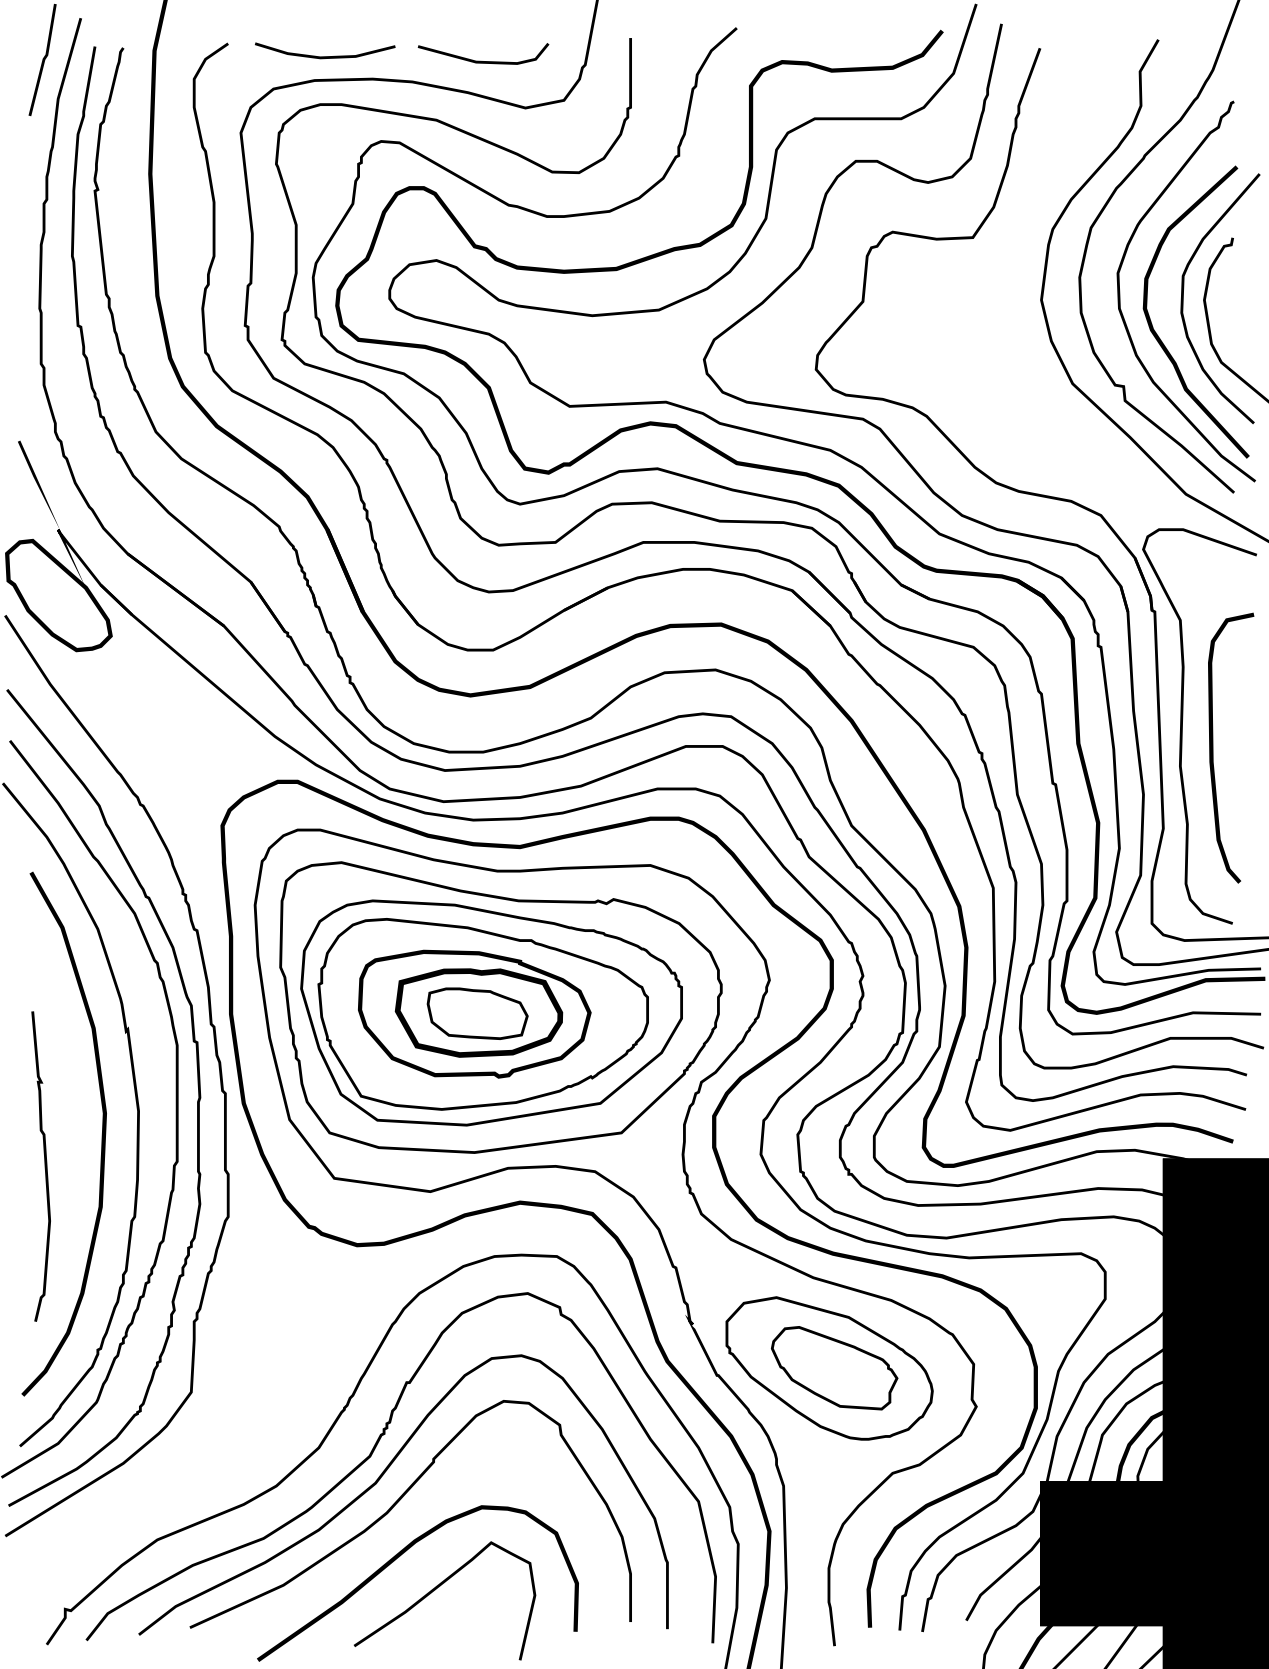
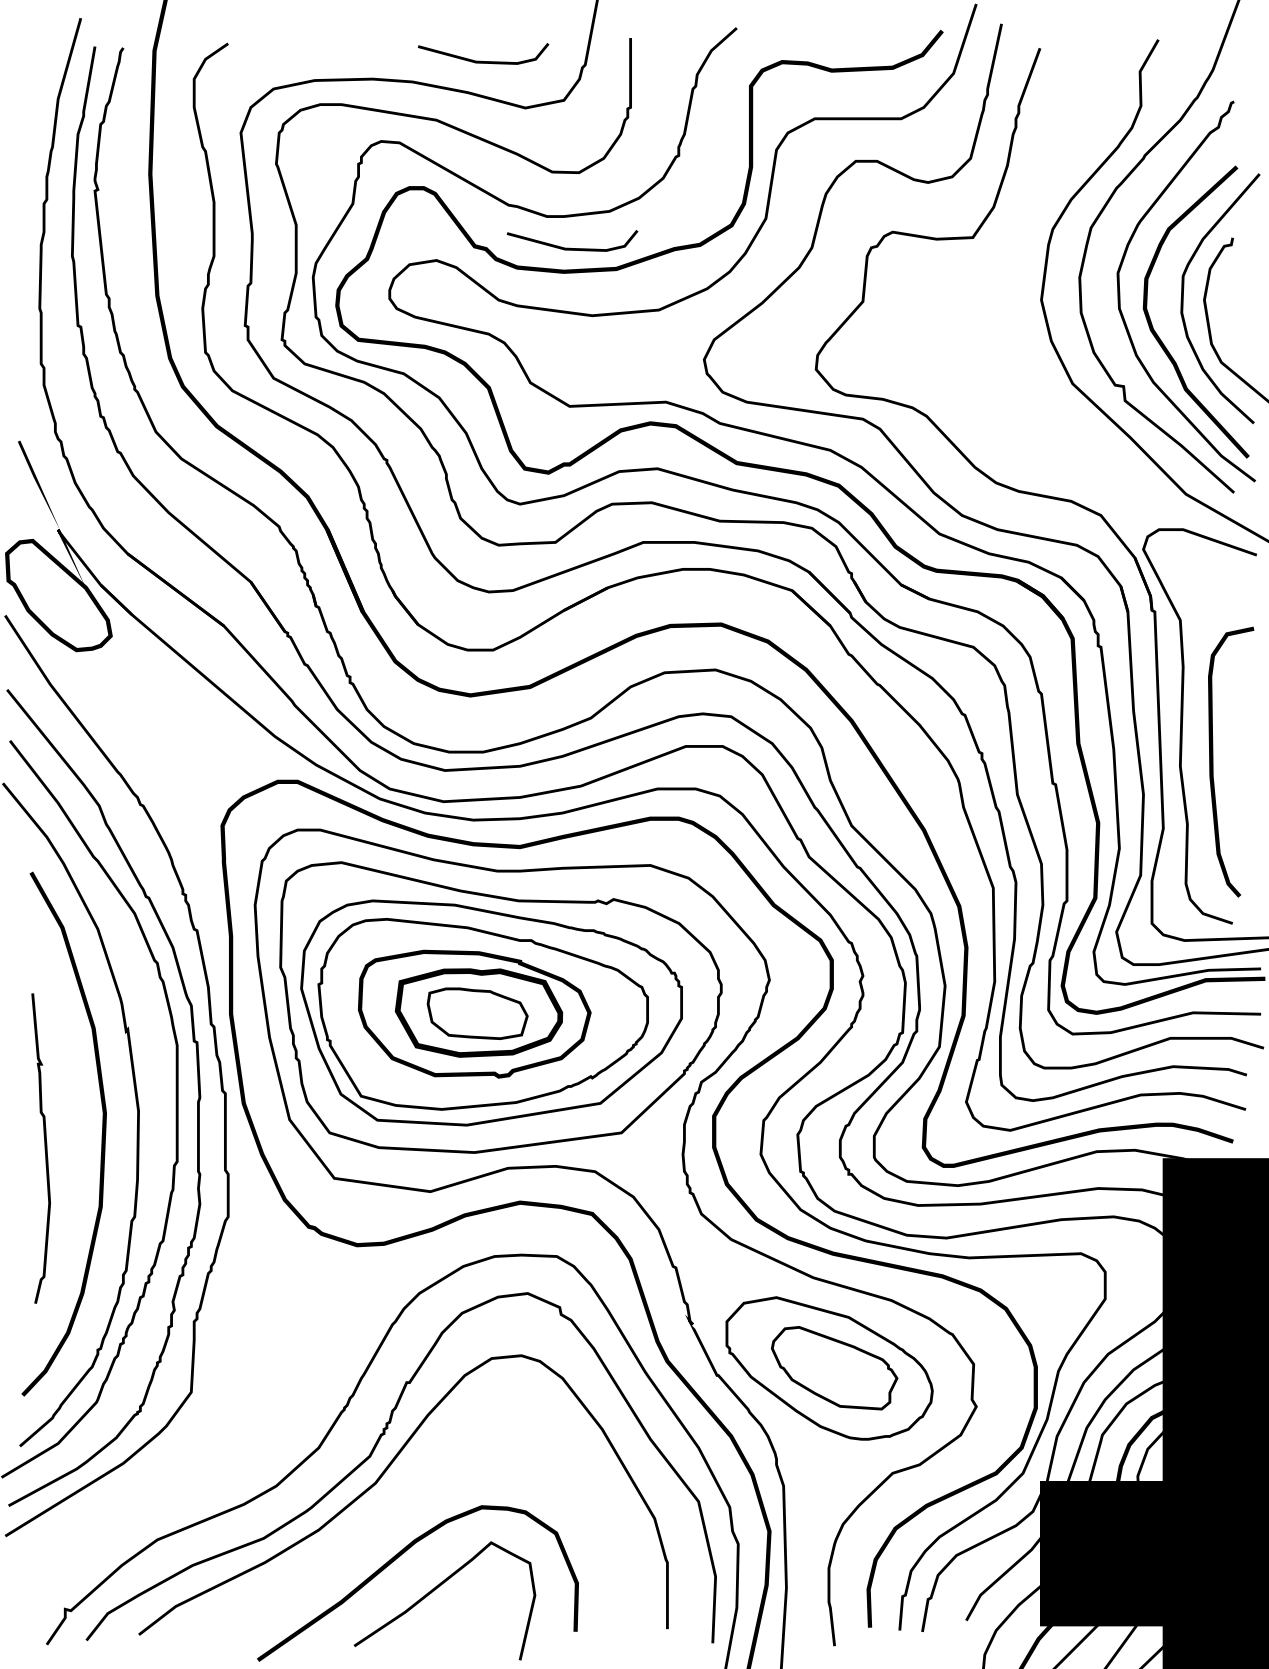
line at (325, 56): present -> none
line at (42, 59): present -> none
line at (570, 247): none -> present
curve at (1213, 747) position: (1213, 747) -> (1213, 761)
curve at (44, 1166) position: (44, 1166) -> (44, 1148)
curve at (398, 1502): present -> none
